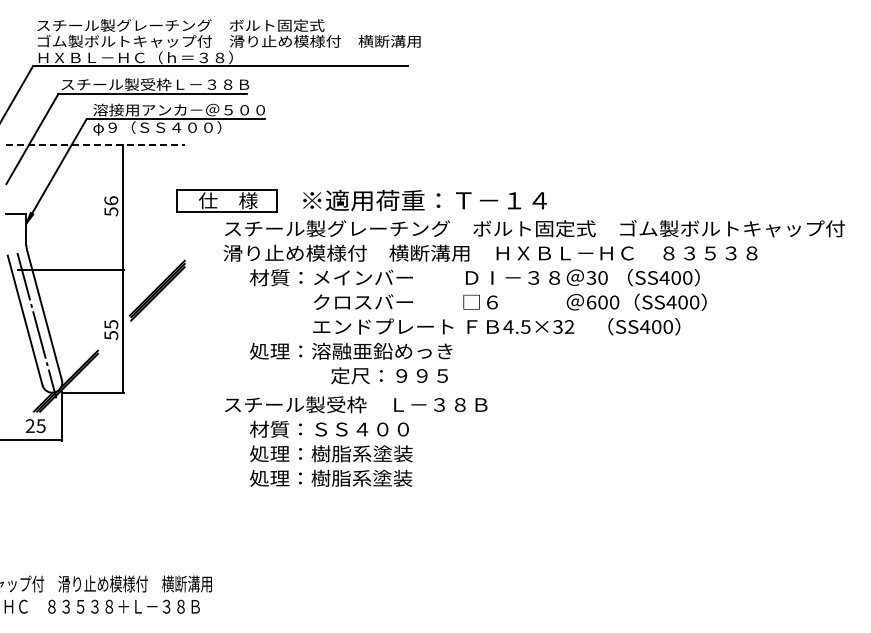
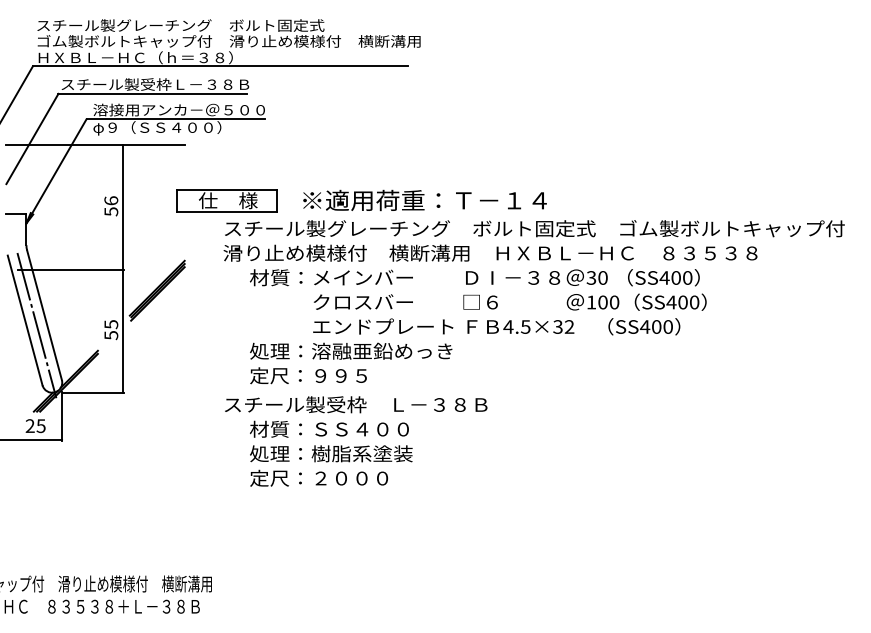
line at (96, 145): dashed -> solid
text at (591, 302): 600 -> 100
text at (389, 375) position: (389, 375) -> (308, 375)
text at (331, 477): 処理：樹脂系塗装 -> 定尺：２０００
